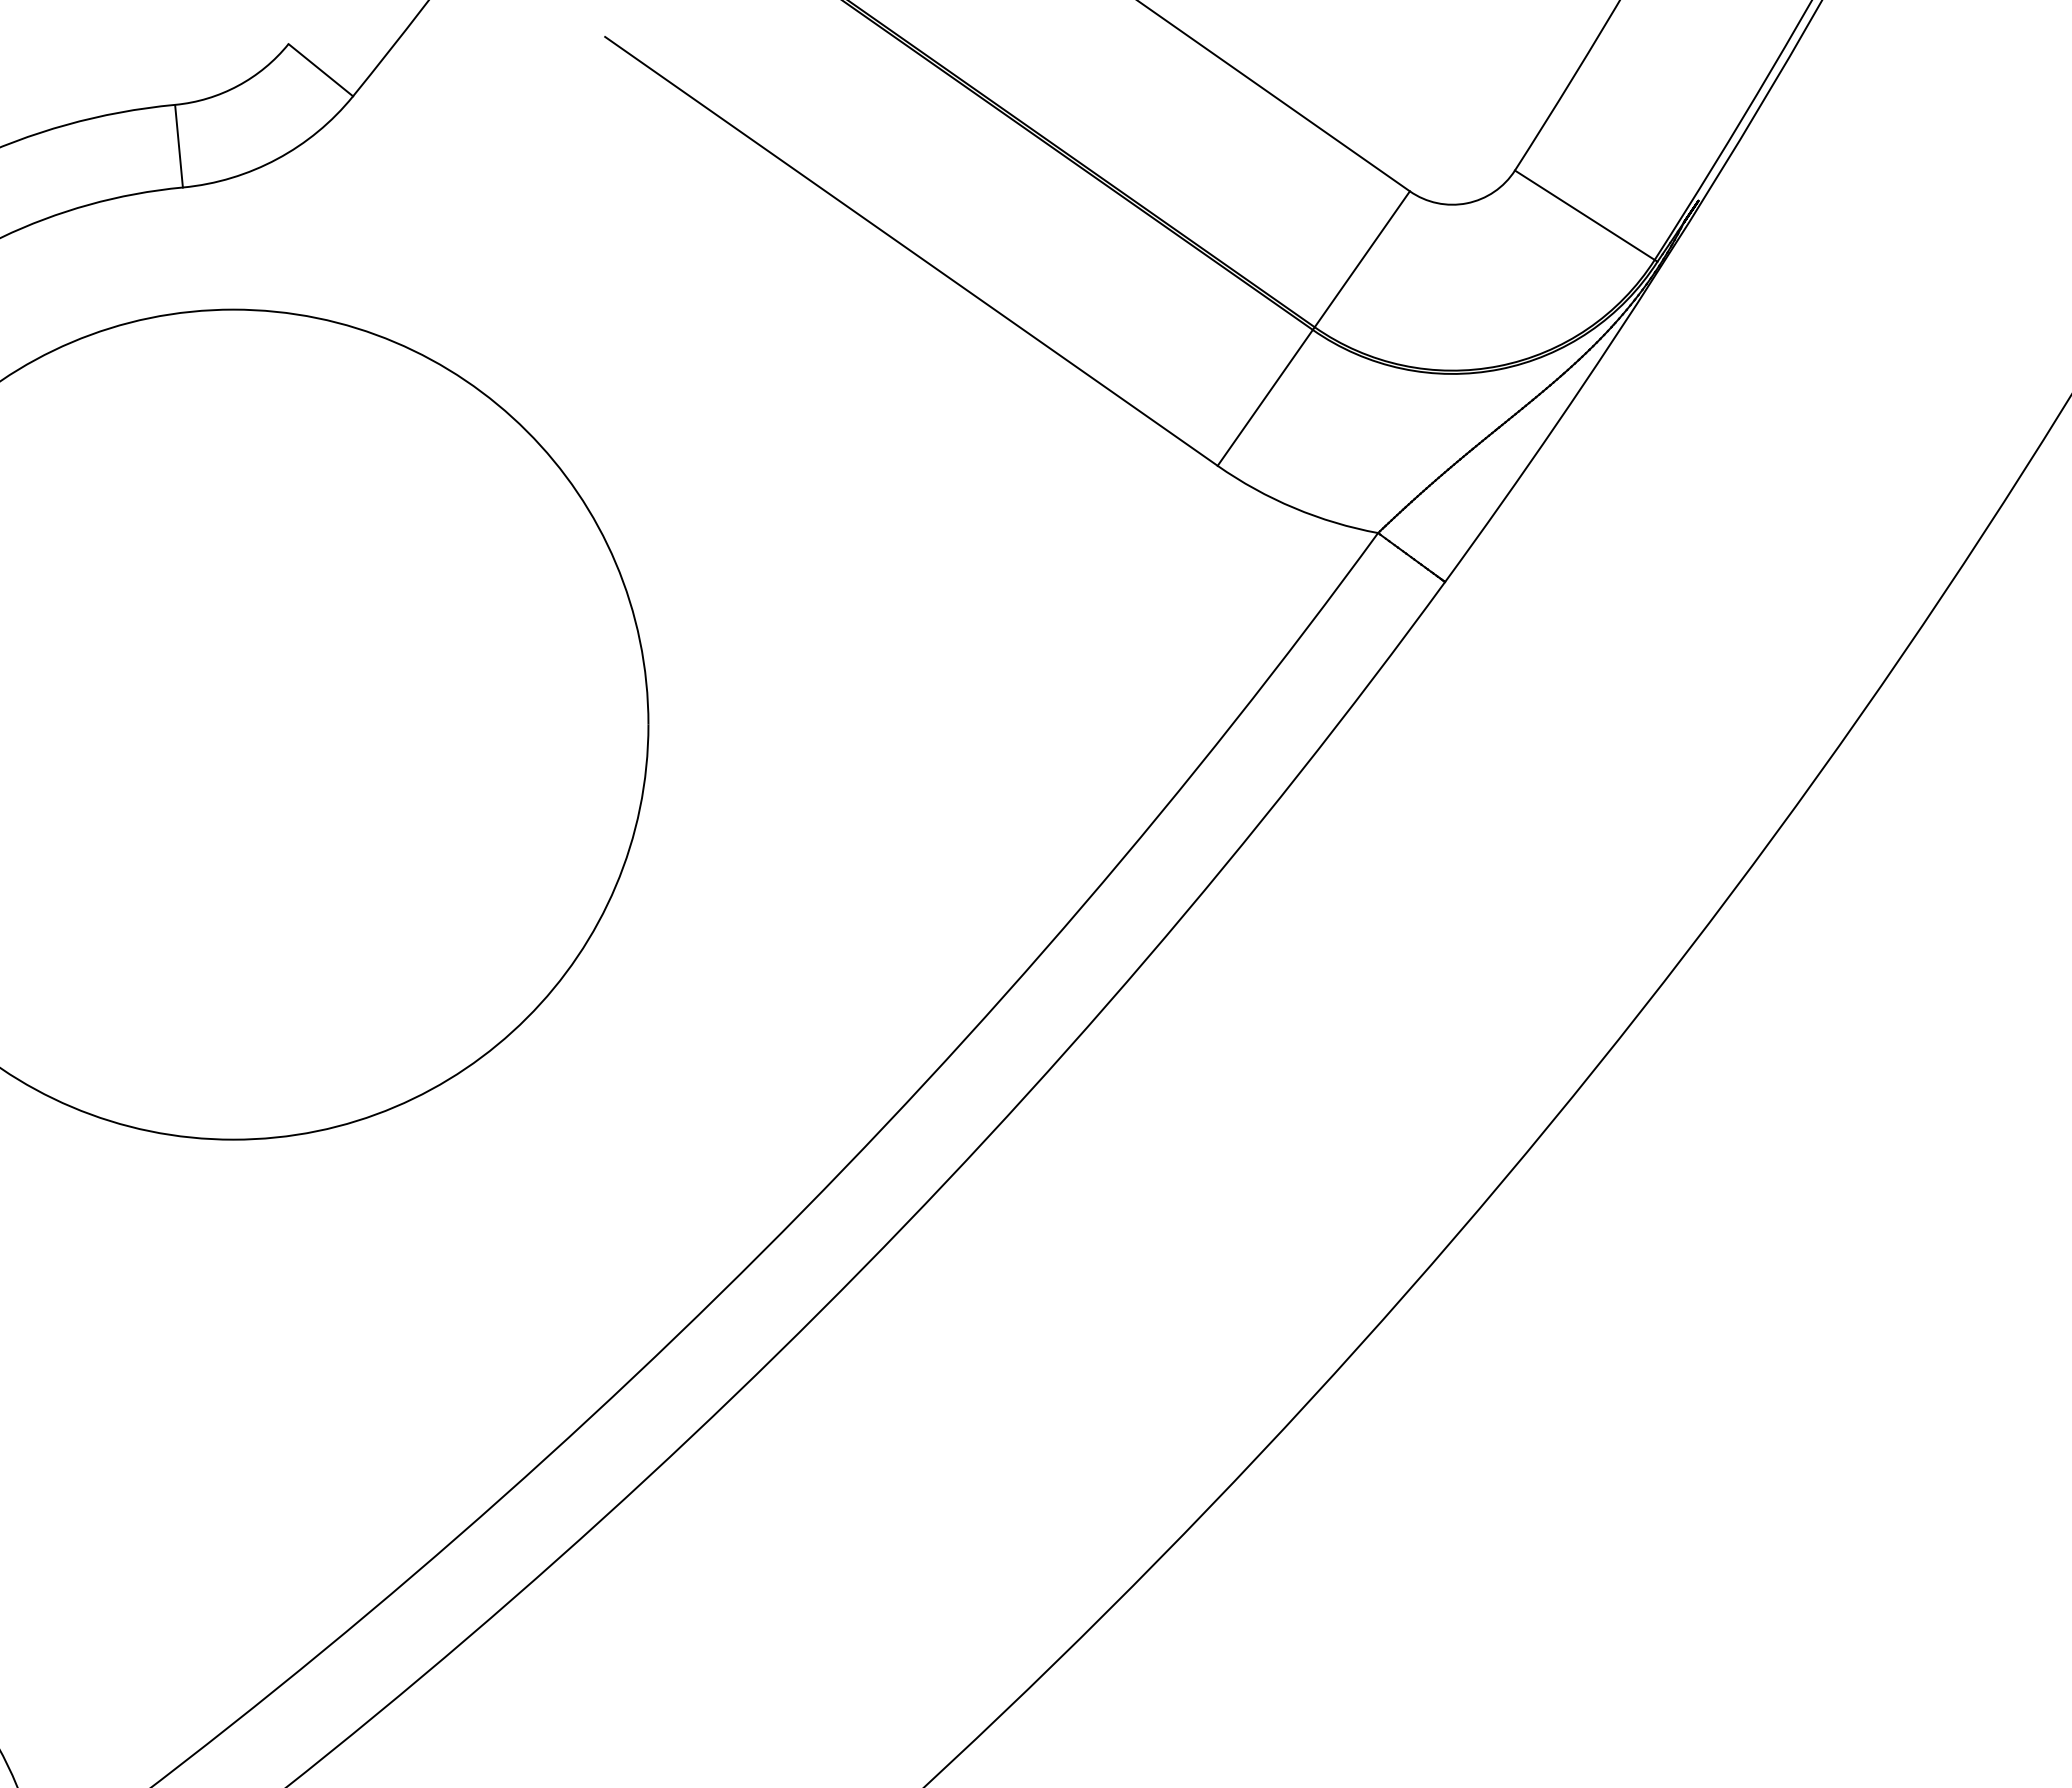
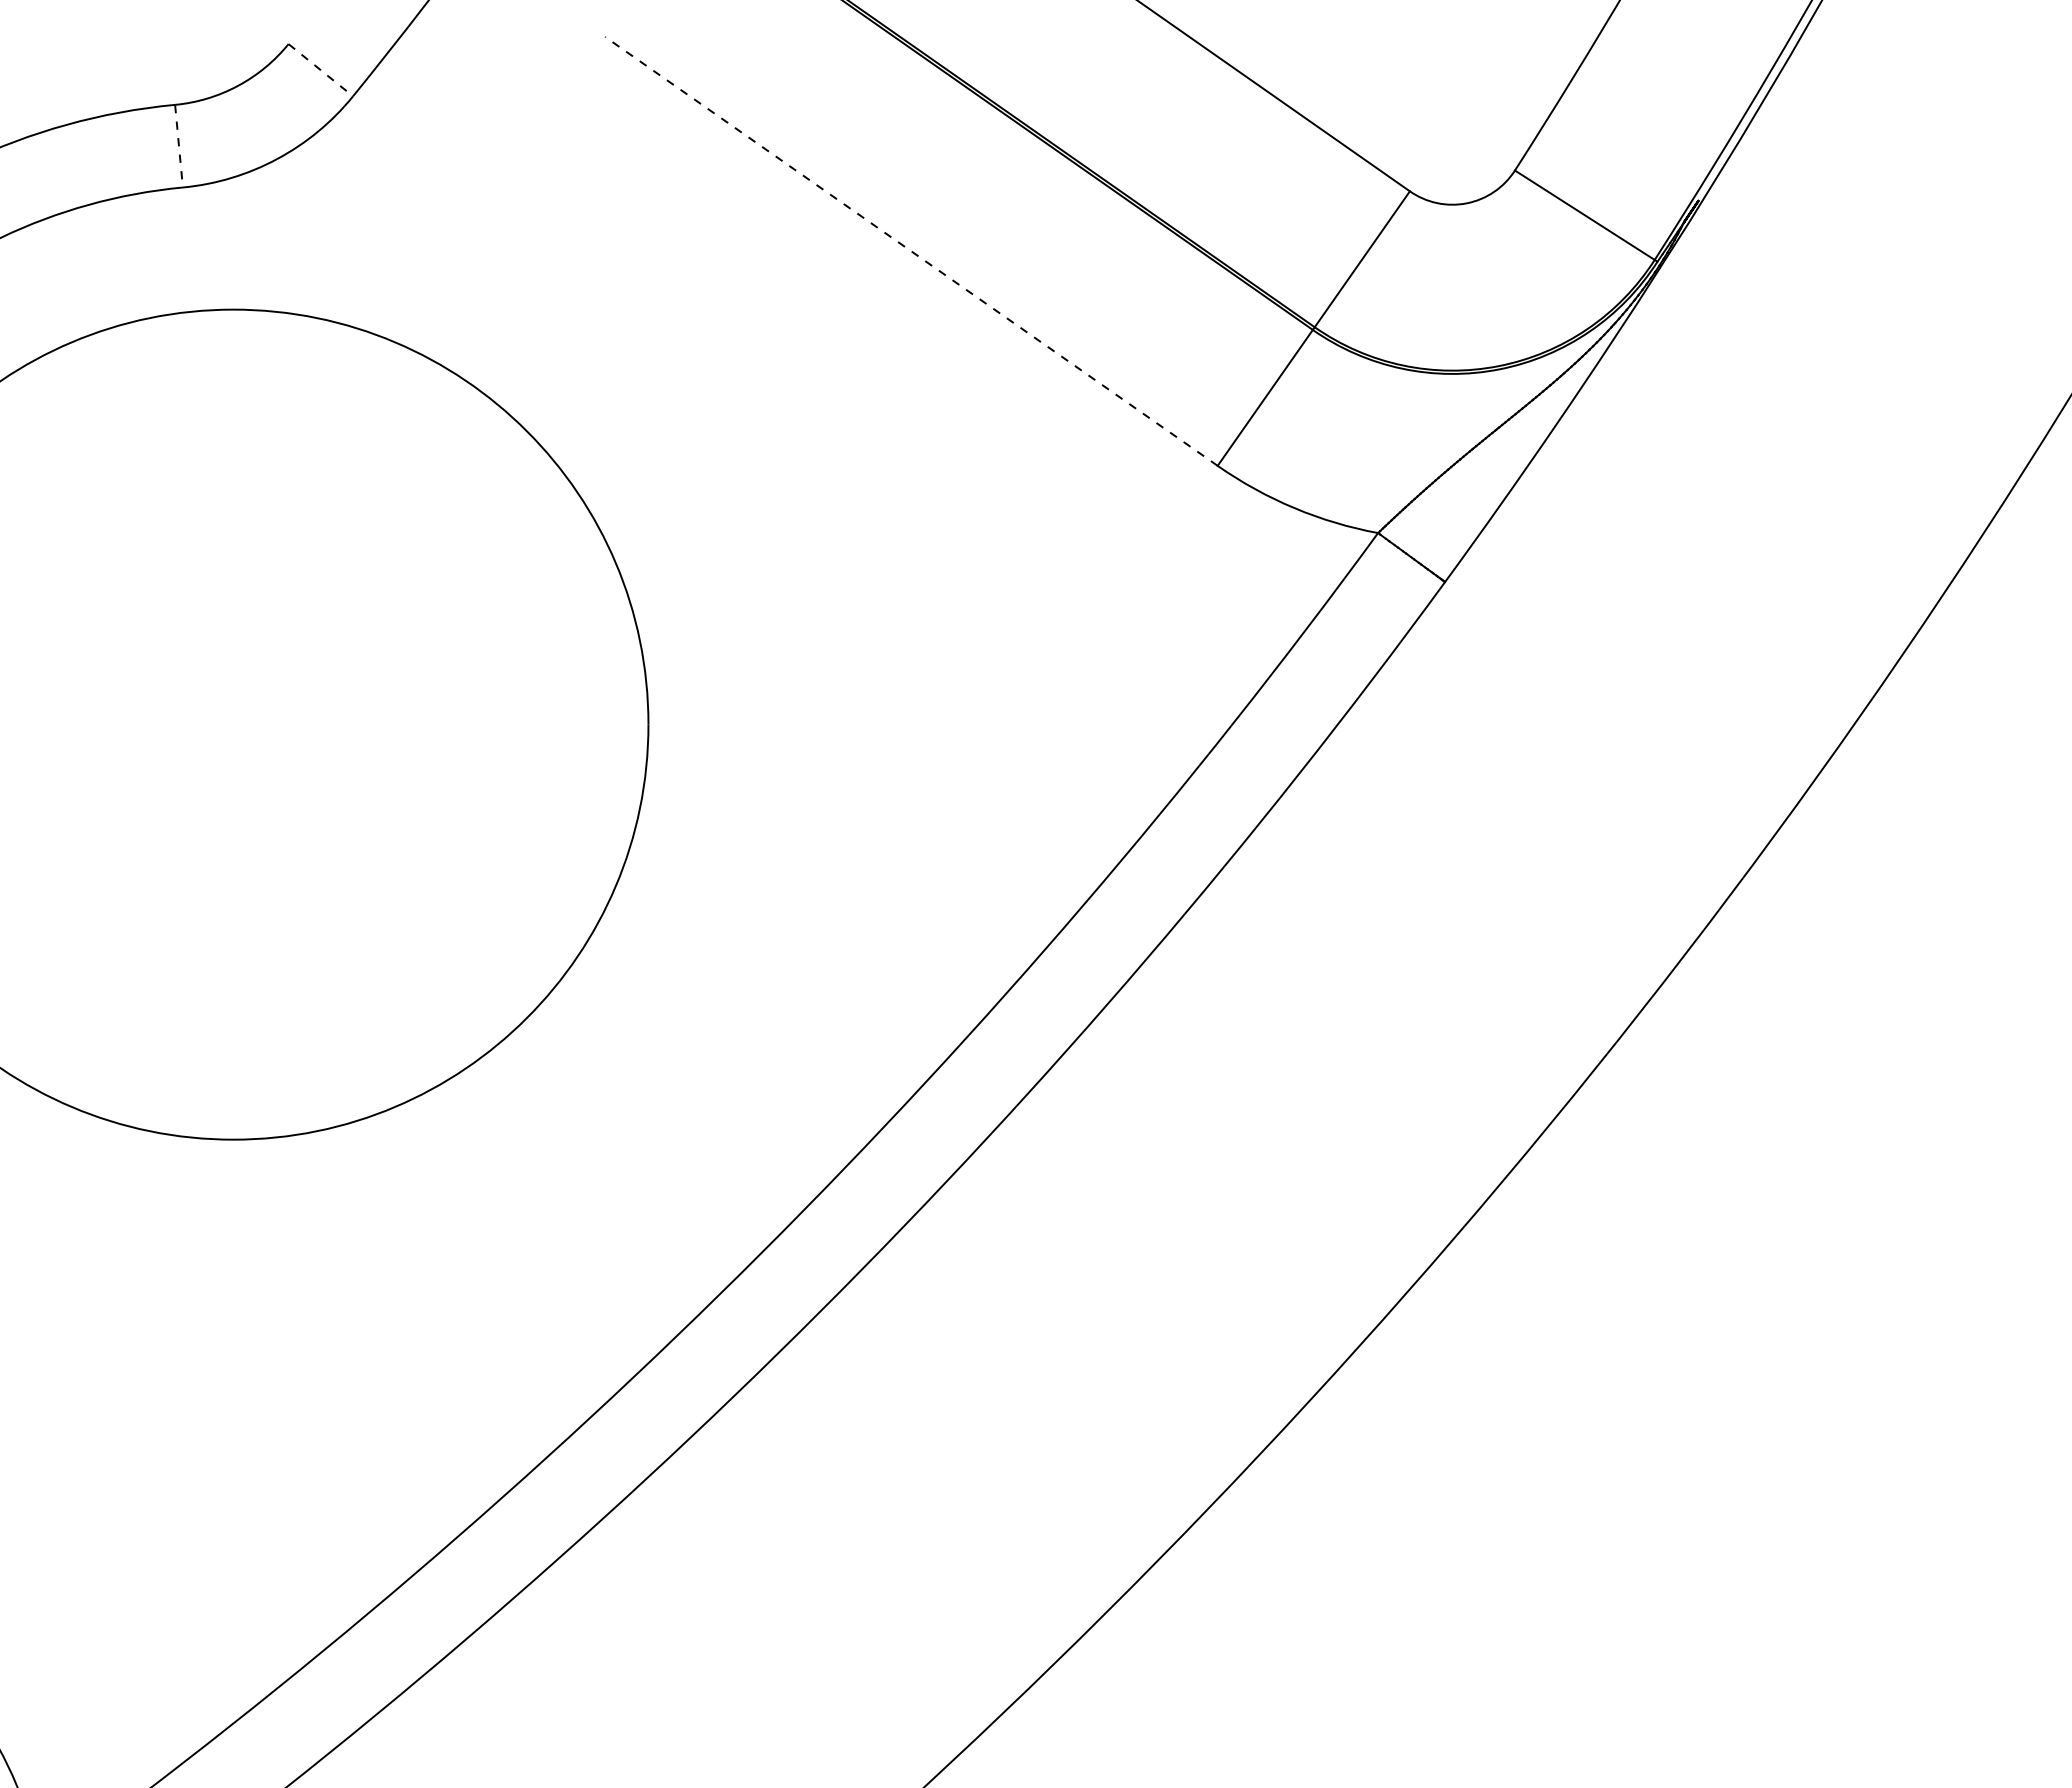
line at (321, 70): solid -> dashed
line at (179, 146): solid -> dashed
line at (911, 251): solid -> dashed
